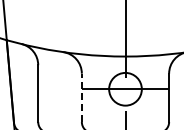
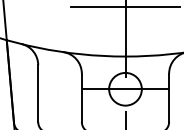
line at (125, 7): none -> present
line at (81, 97): dashed -> solid
